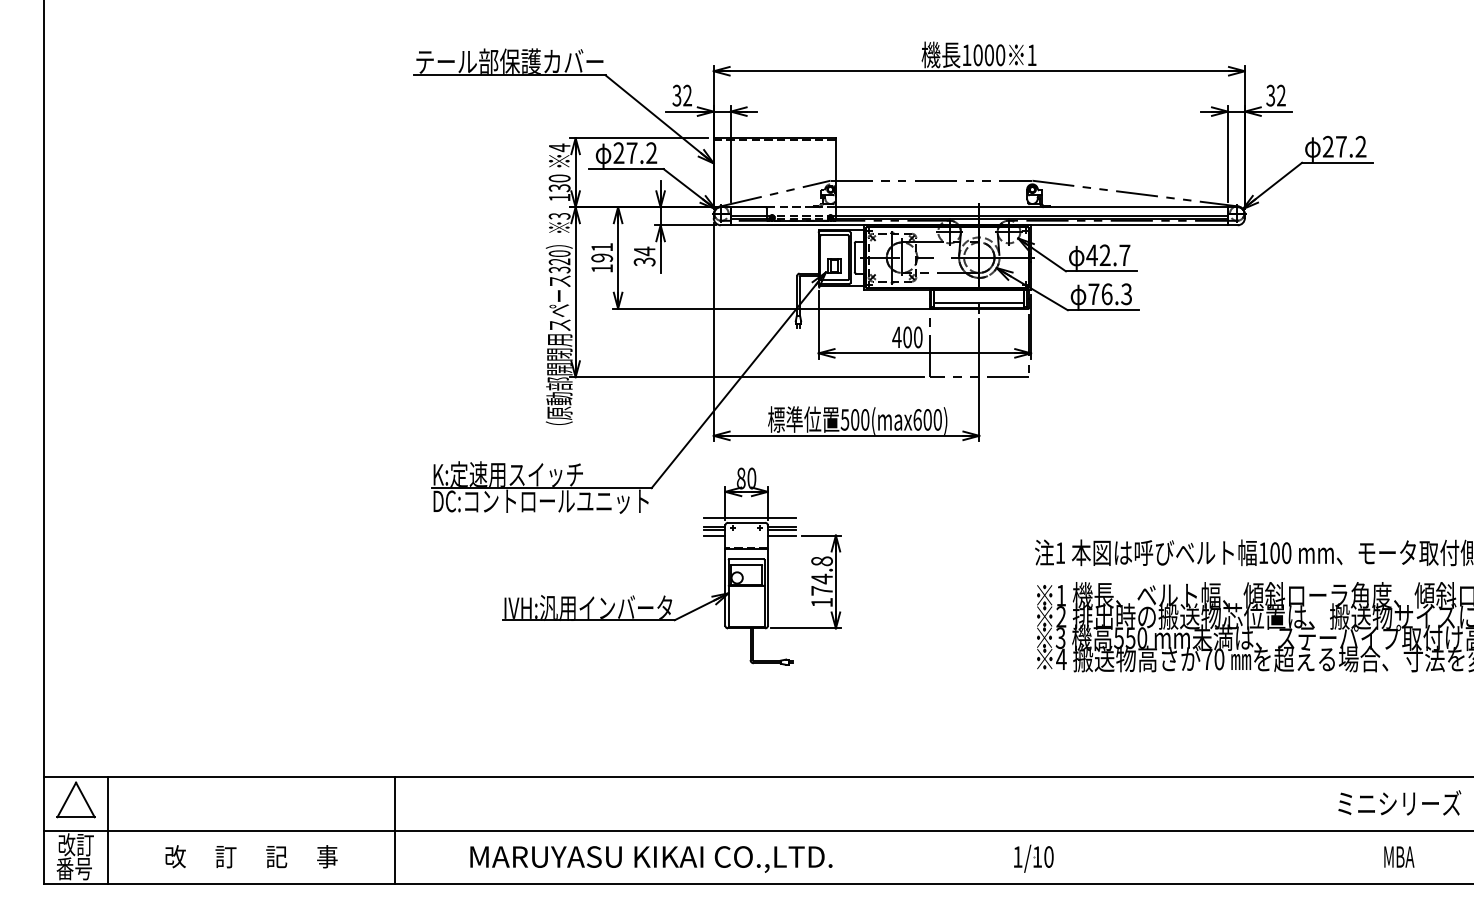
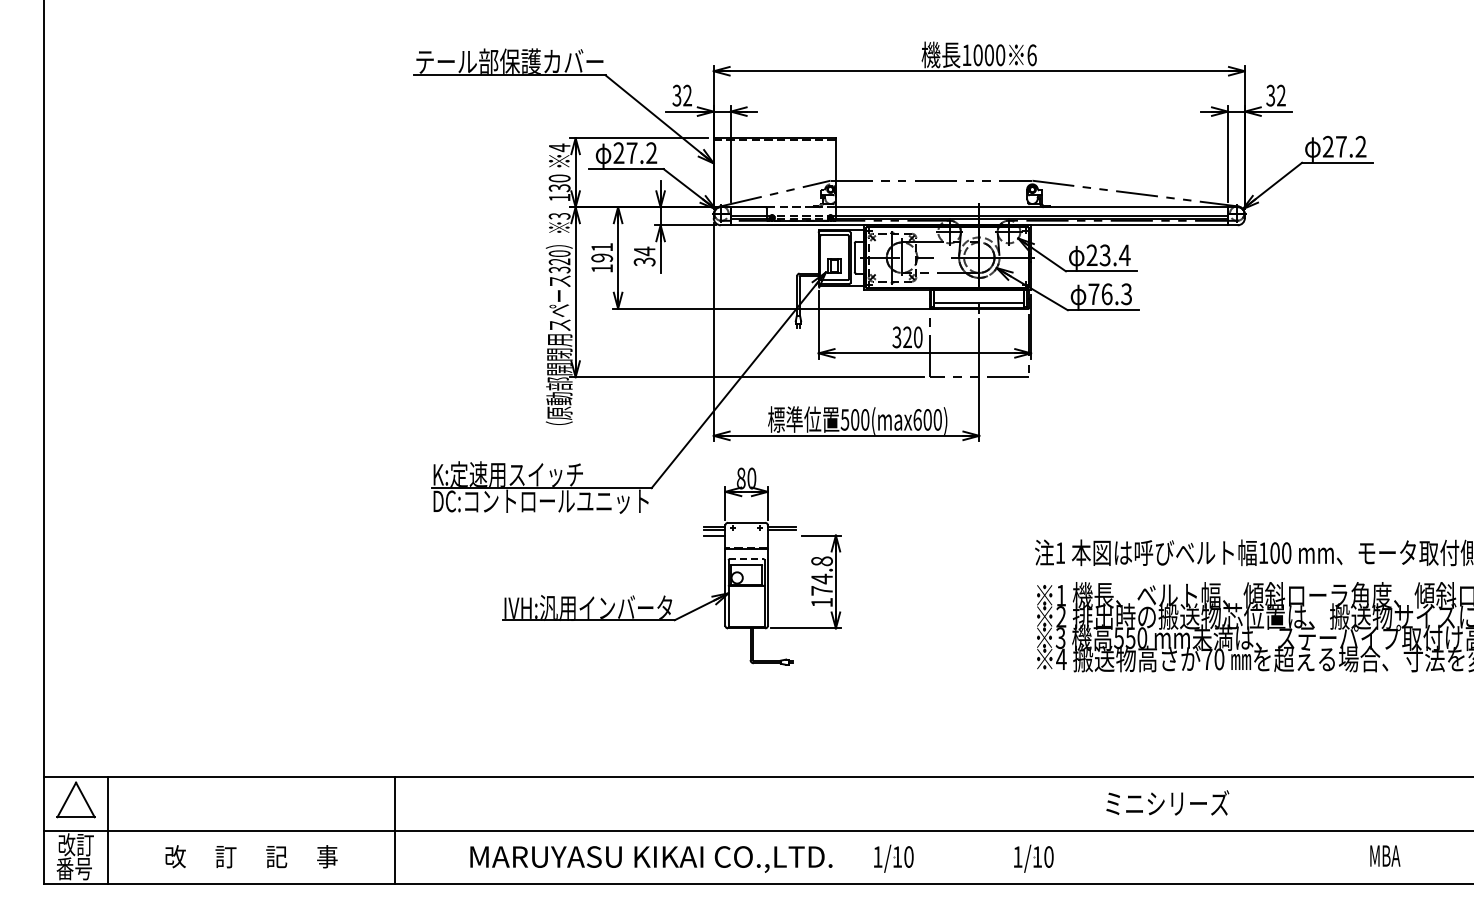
text at (1031, 55): 1 -> 6
text at (1108, 255): 42.7 -> 23.4
text at (901, 337): 400 -> 320
line at (750, 517): present -> none
line at (781, 535): present -> none
line at (747, 559): solid -> dashed
text at (1399, 802) position: (1399, 802) -> (1167, 802)
text at (1399, 856) position: (1399, 856) -> (1385, 855)
part at (893, 858): none -> present
